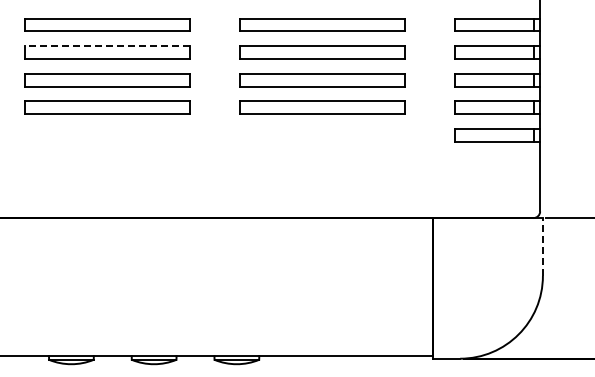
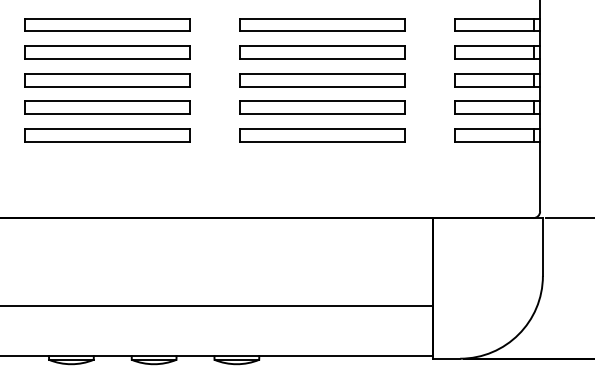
line at (107, 46): dashed -> solid
part at (107, 135): none -> present
part at (322, 135): none -> present
line at (542, 247): dashed -> solid
line at (217, 305): none -> present
